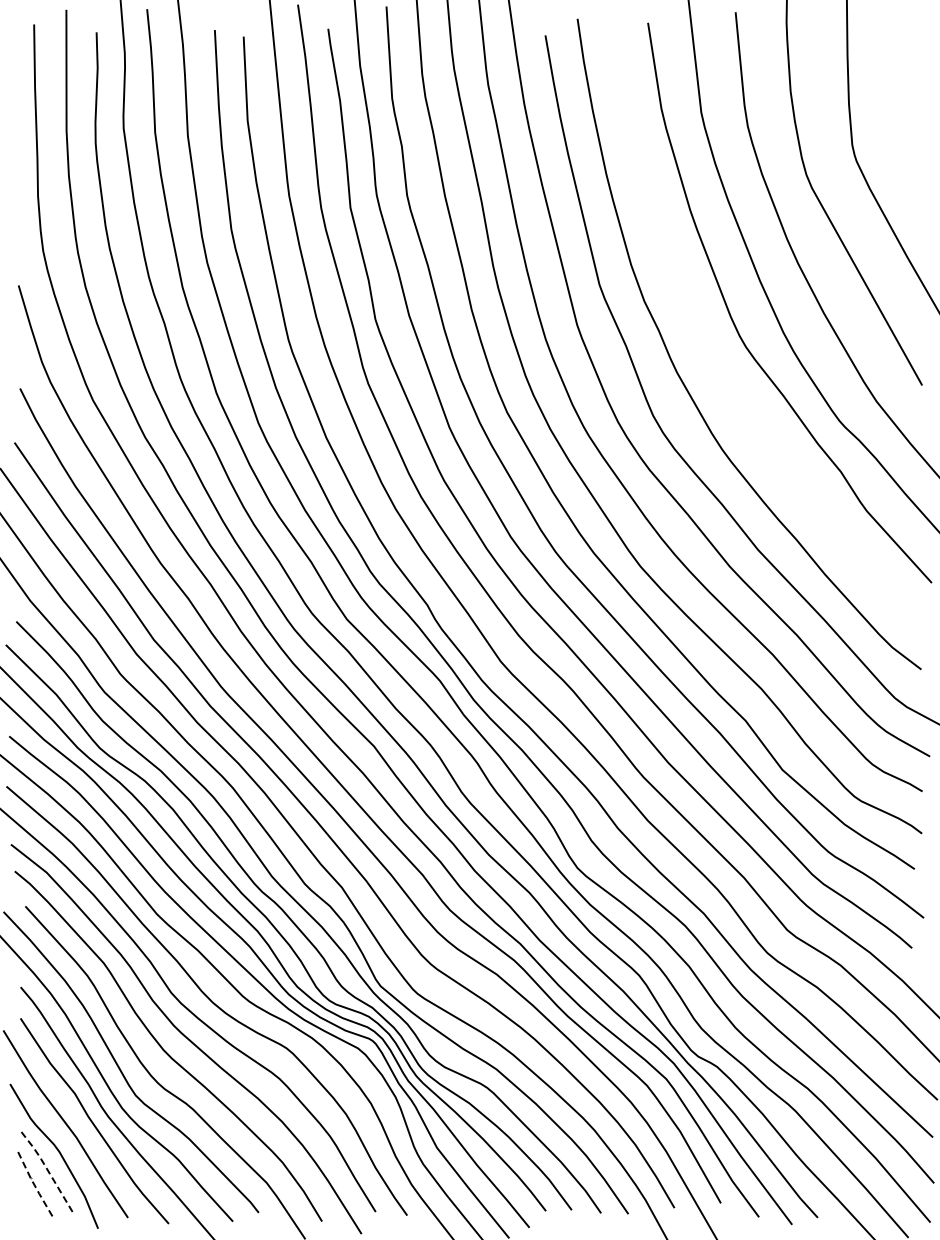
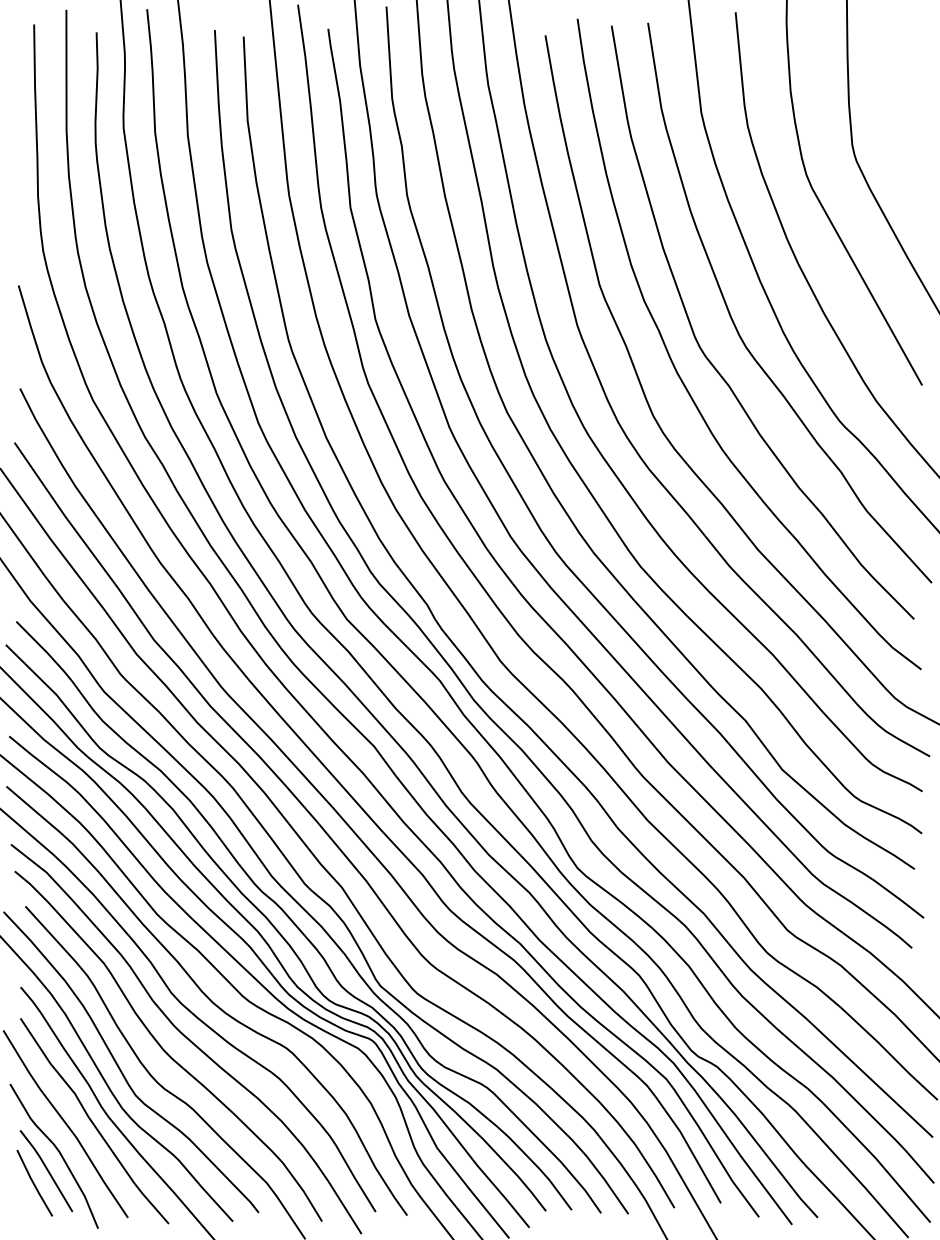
curve at (713, 364): none -> present
line at (46, 1168): dashed -> solid
line at (33, 1183): dashed -> solid
